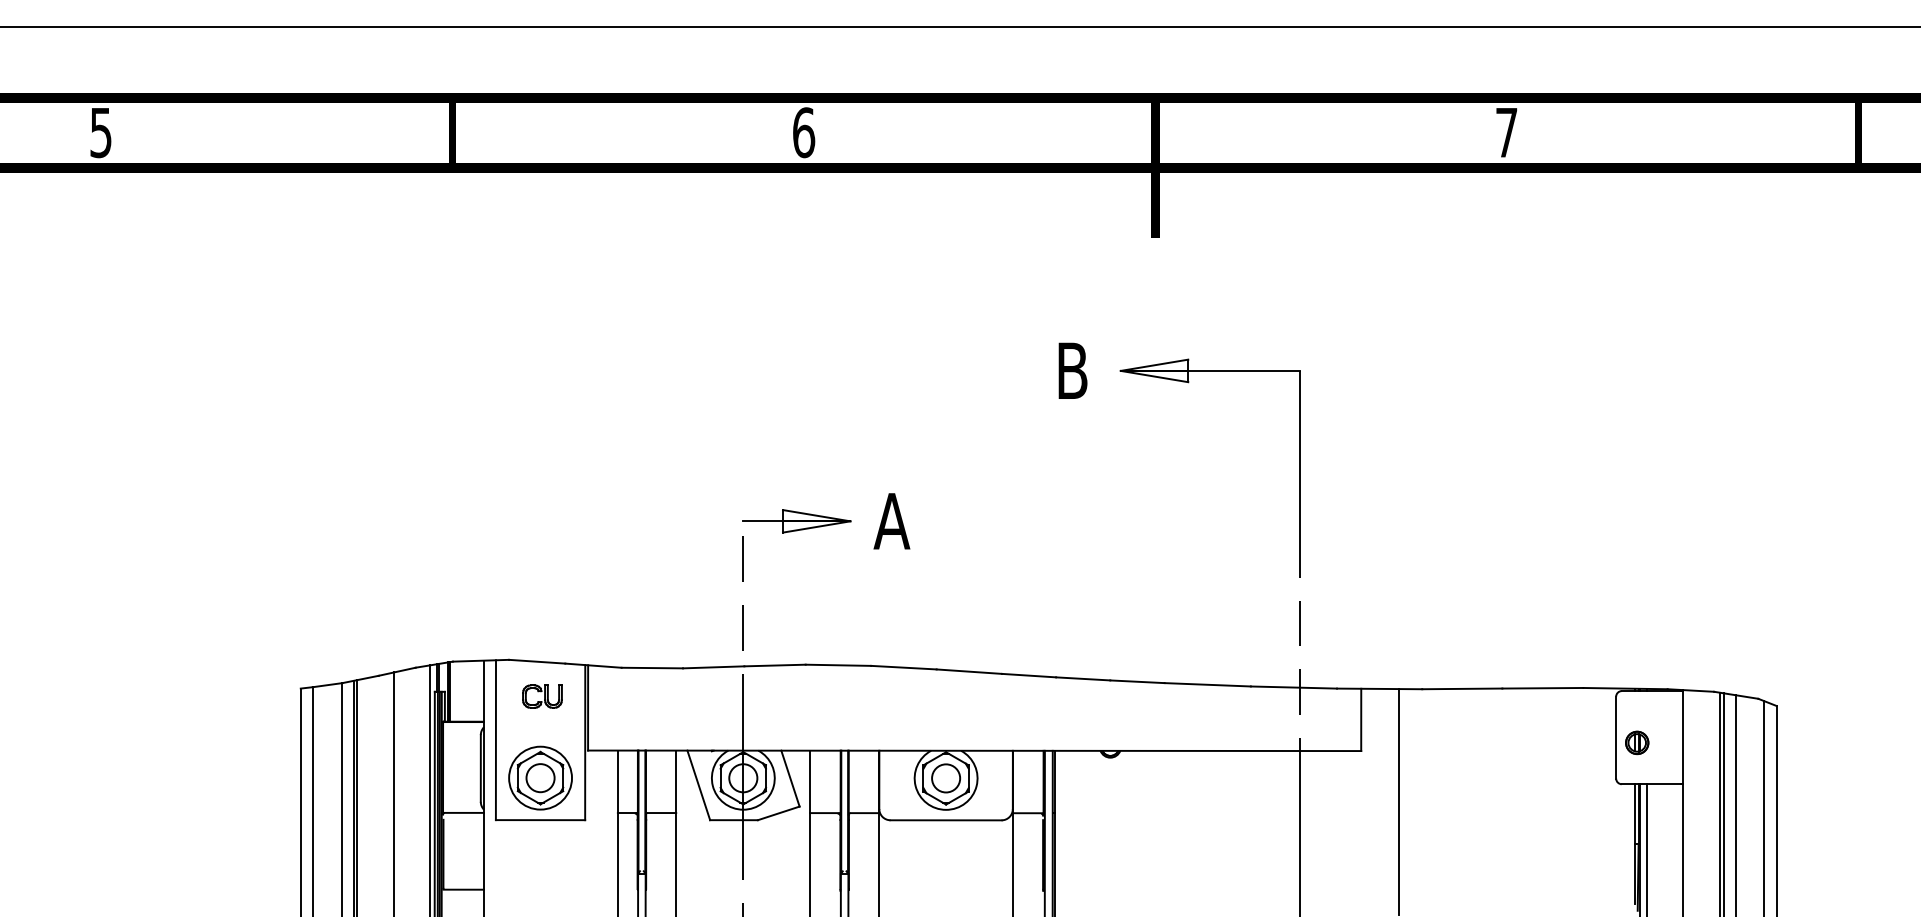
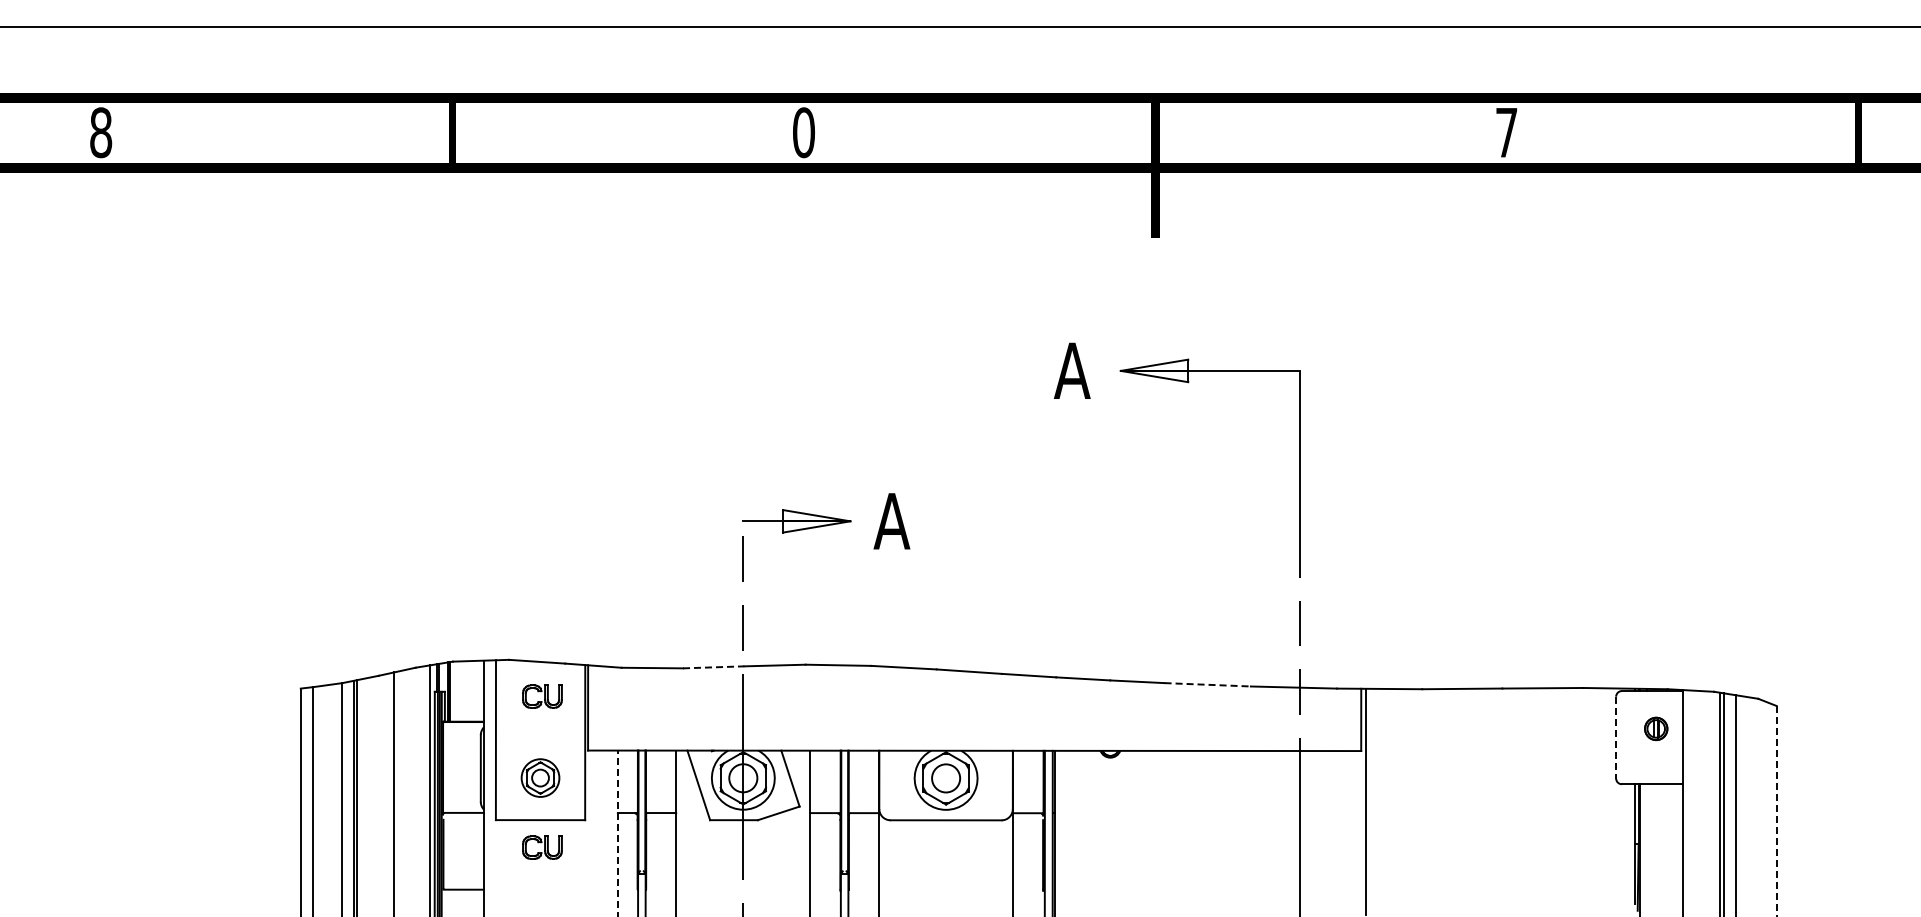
text at (101, 132): 5 -> 8
text at (804, 132): 6 -> 0
text at (1071, 370): B -> A
line at (713, 667): solid -> dashed
line at (1208, 684): solid -> dashed
line at (1616, 737): solid -> dashed
part at (1637, 742) position: (1637, 742) -> (1656, 728)
part at (540, 777) size: 65x66 px -> 41x40 px
line at (1399, 801) position: (1399, 801) -> (1366, 801)
line at (1764, 807): present -> none
line at (1776, 810): solid -> dashed
line at (617, 833): solid -> dashed
part at (542, 847): none -> present
line at (1647, 848): present -> none
